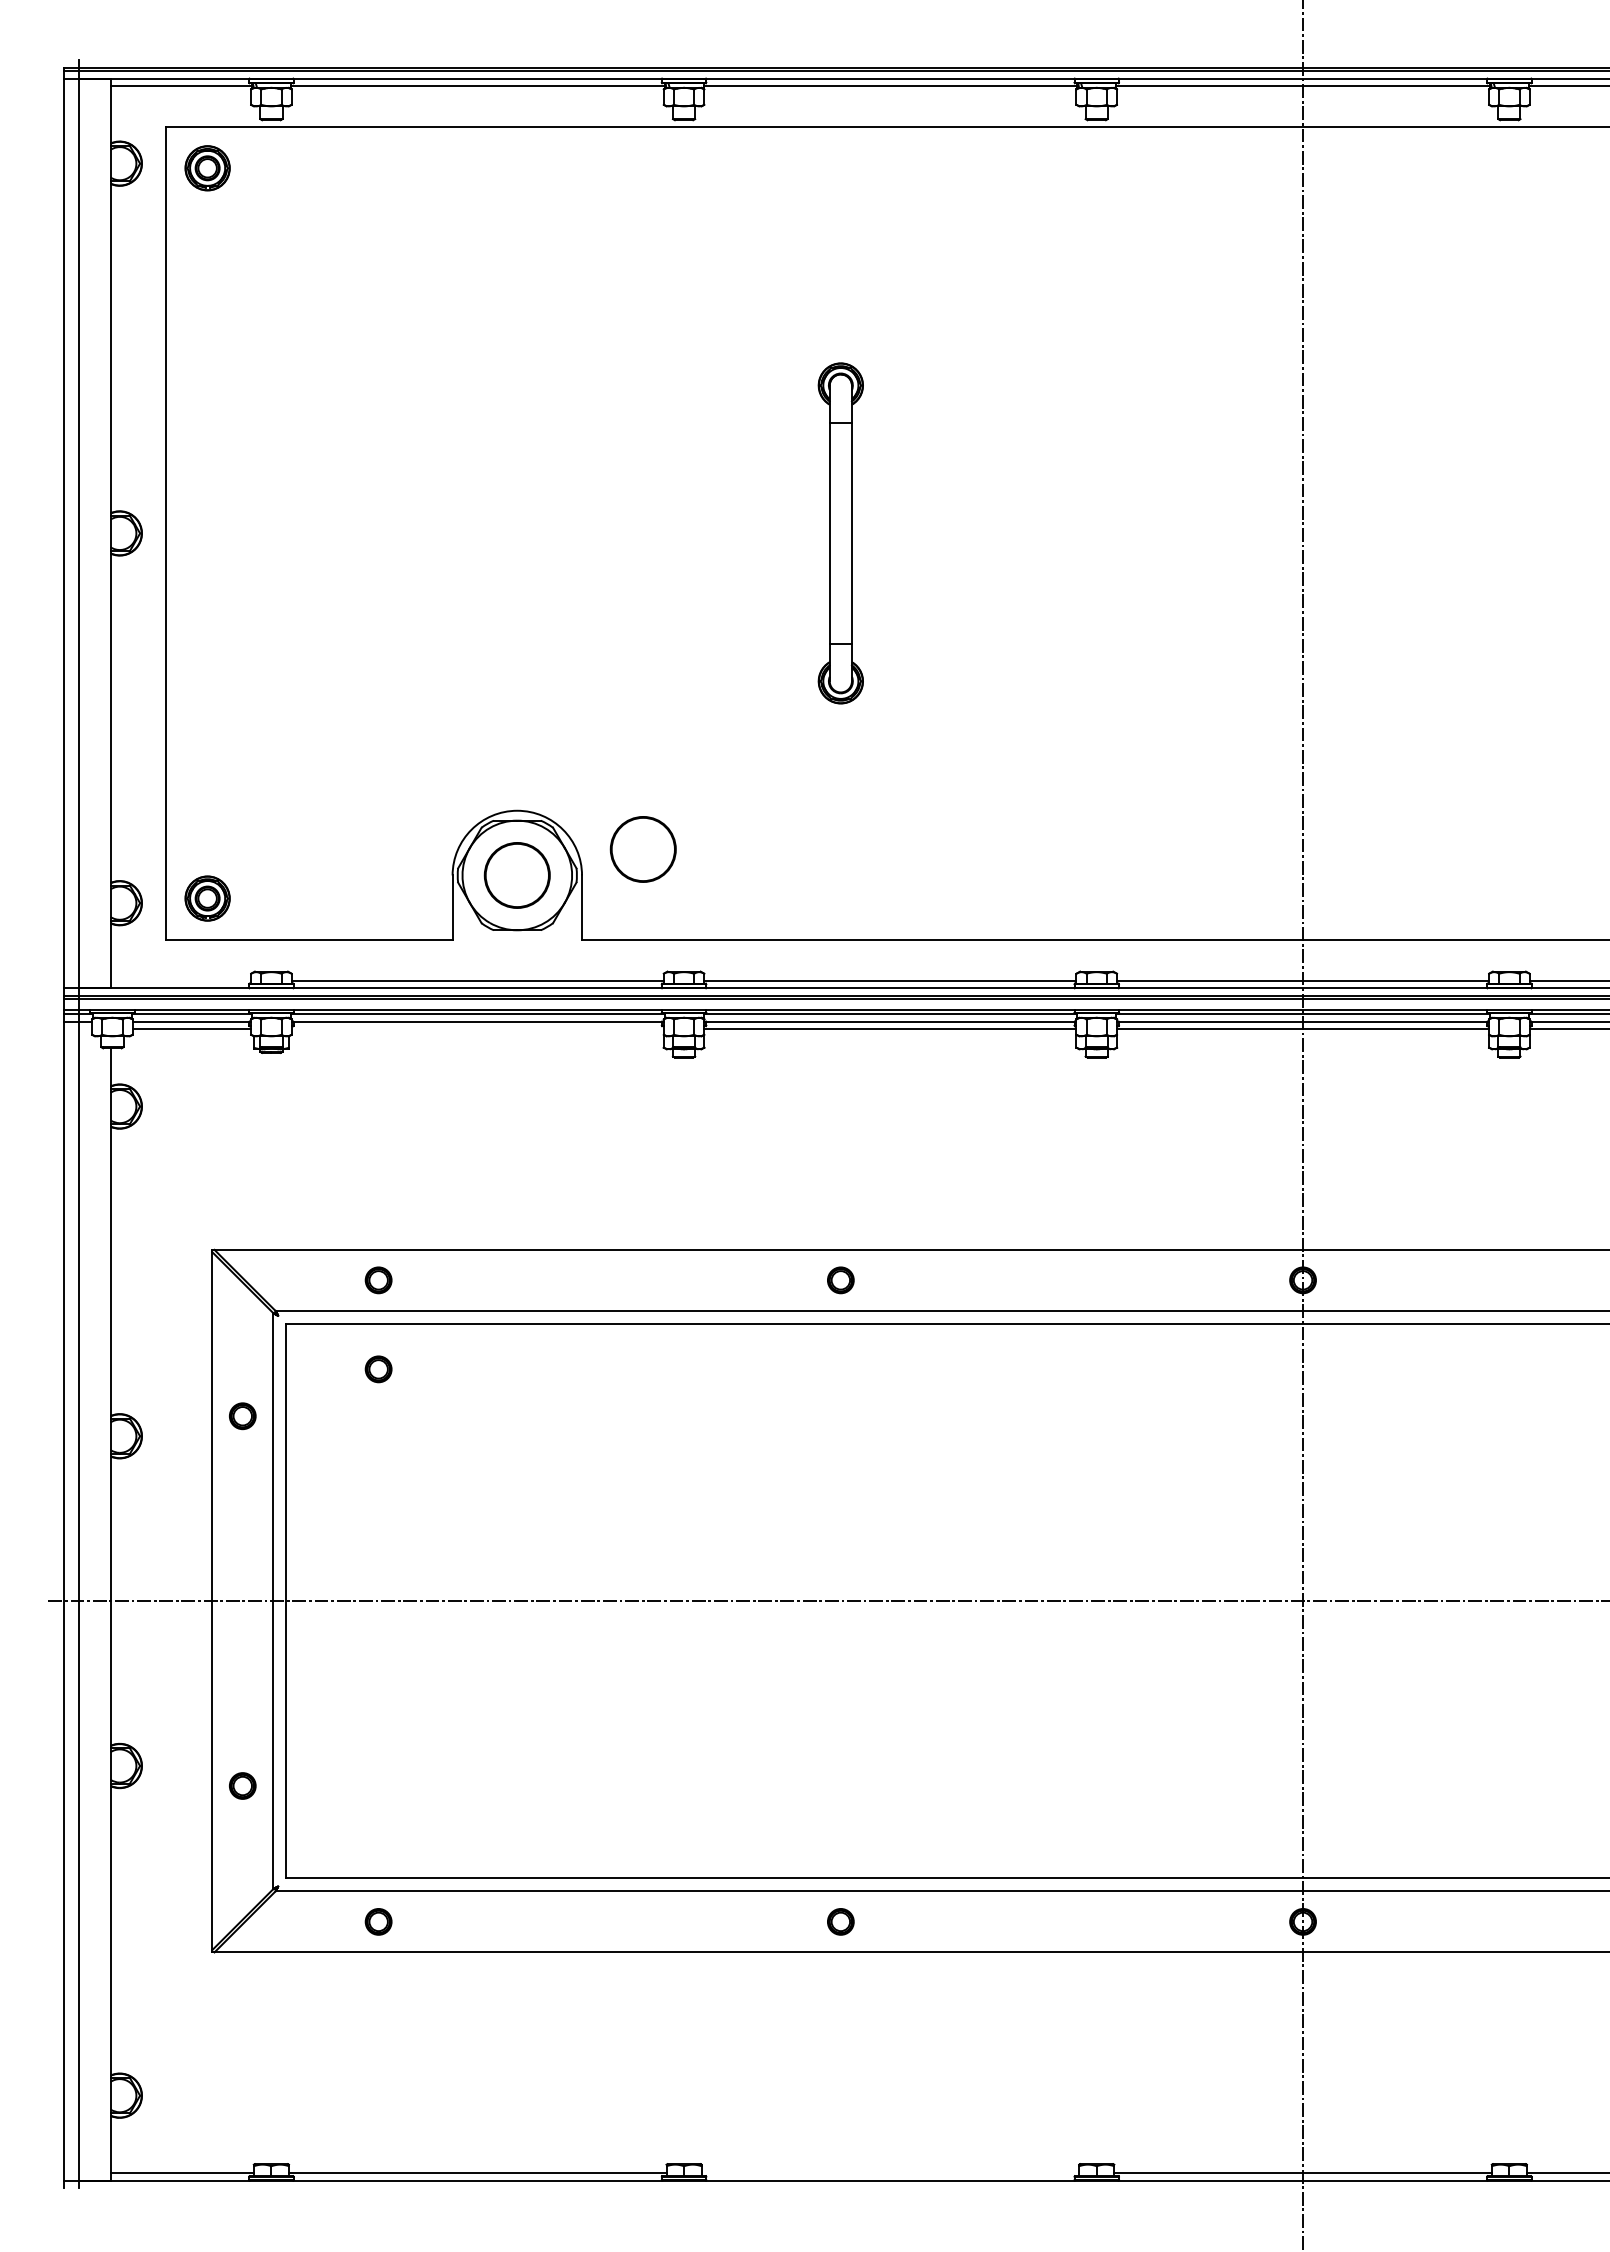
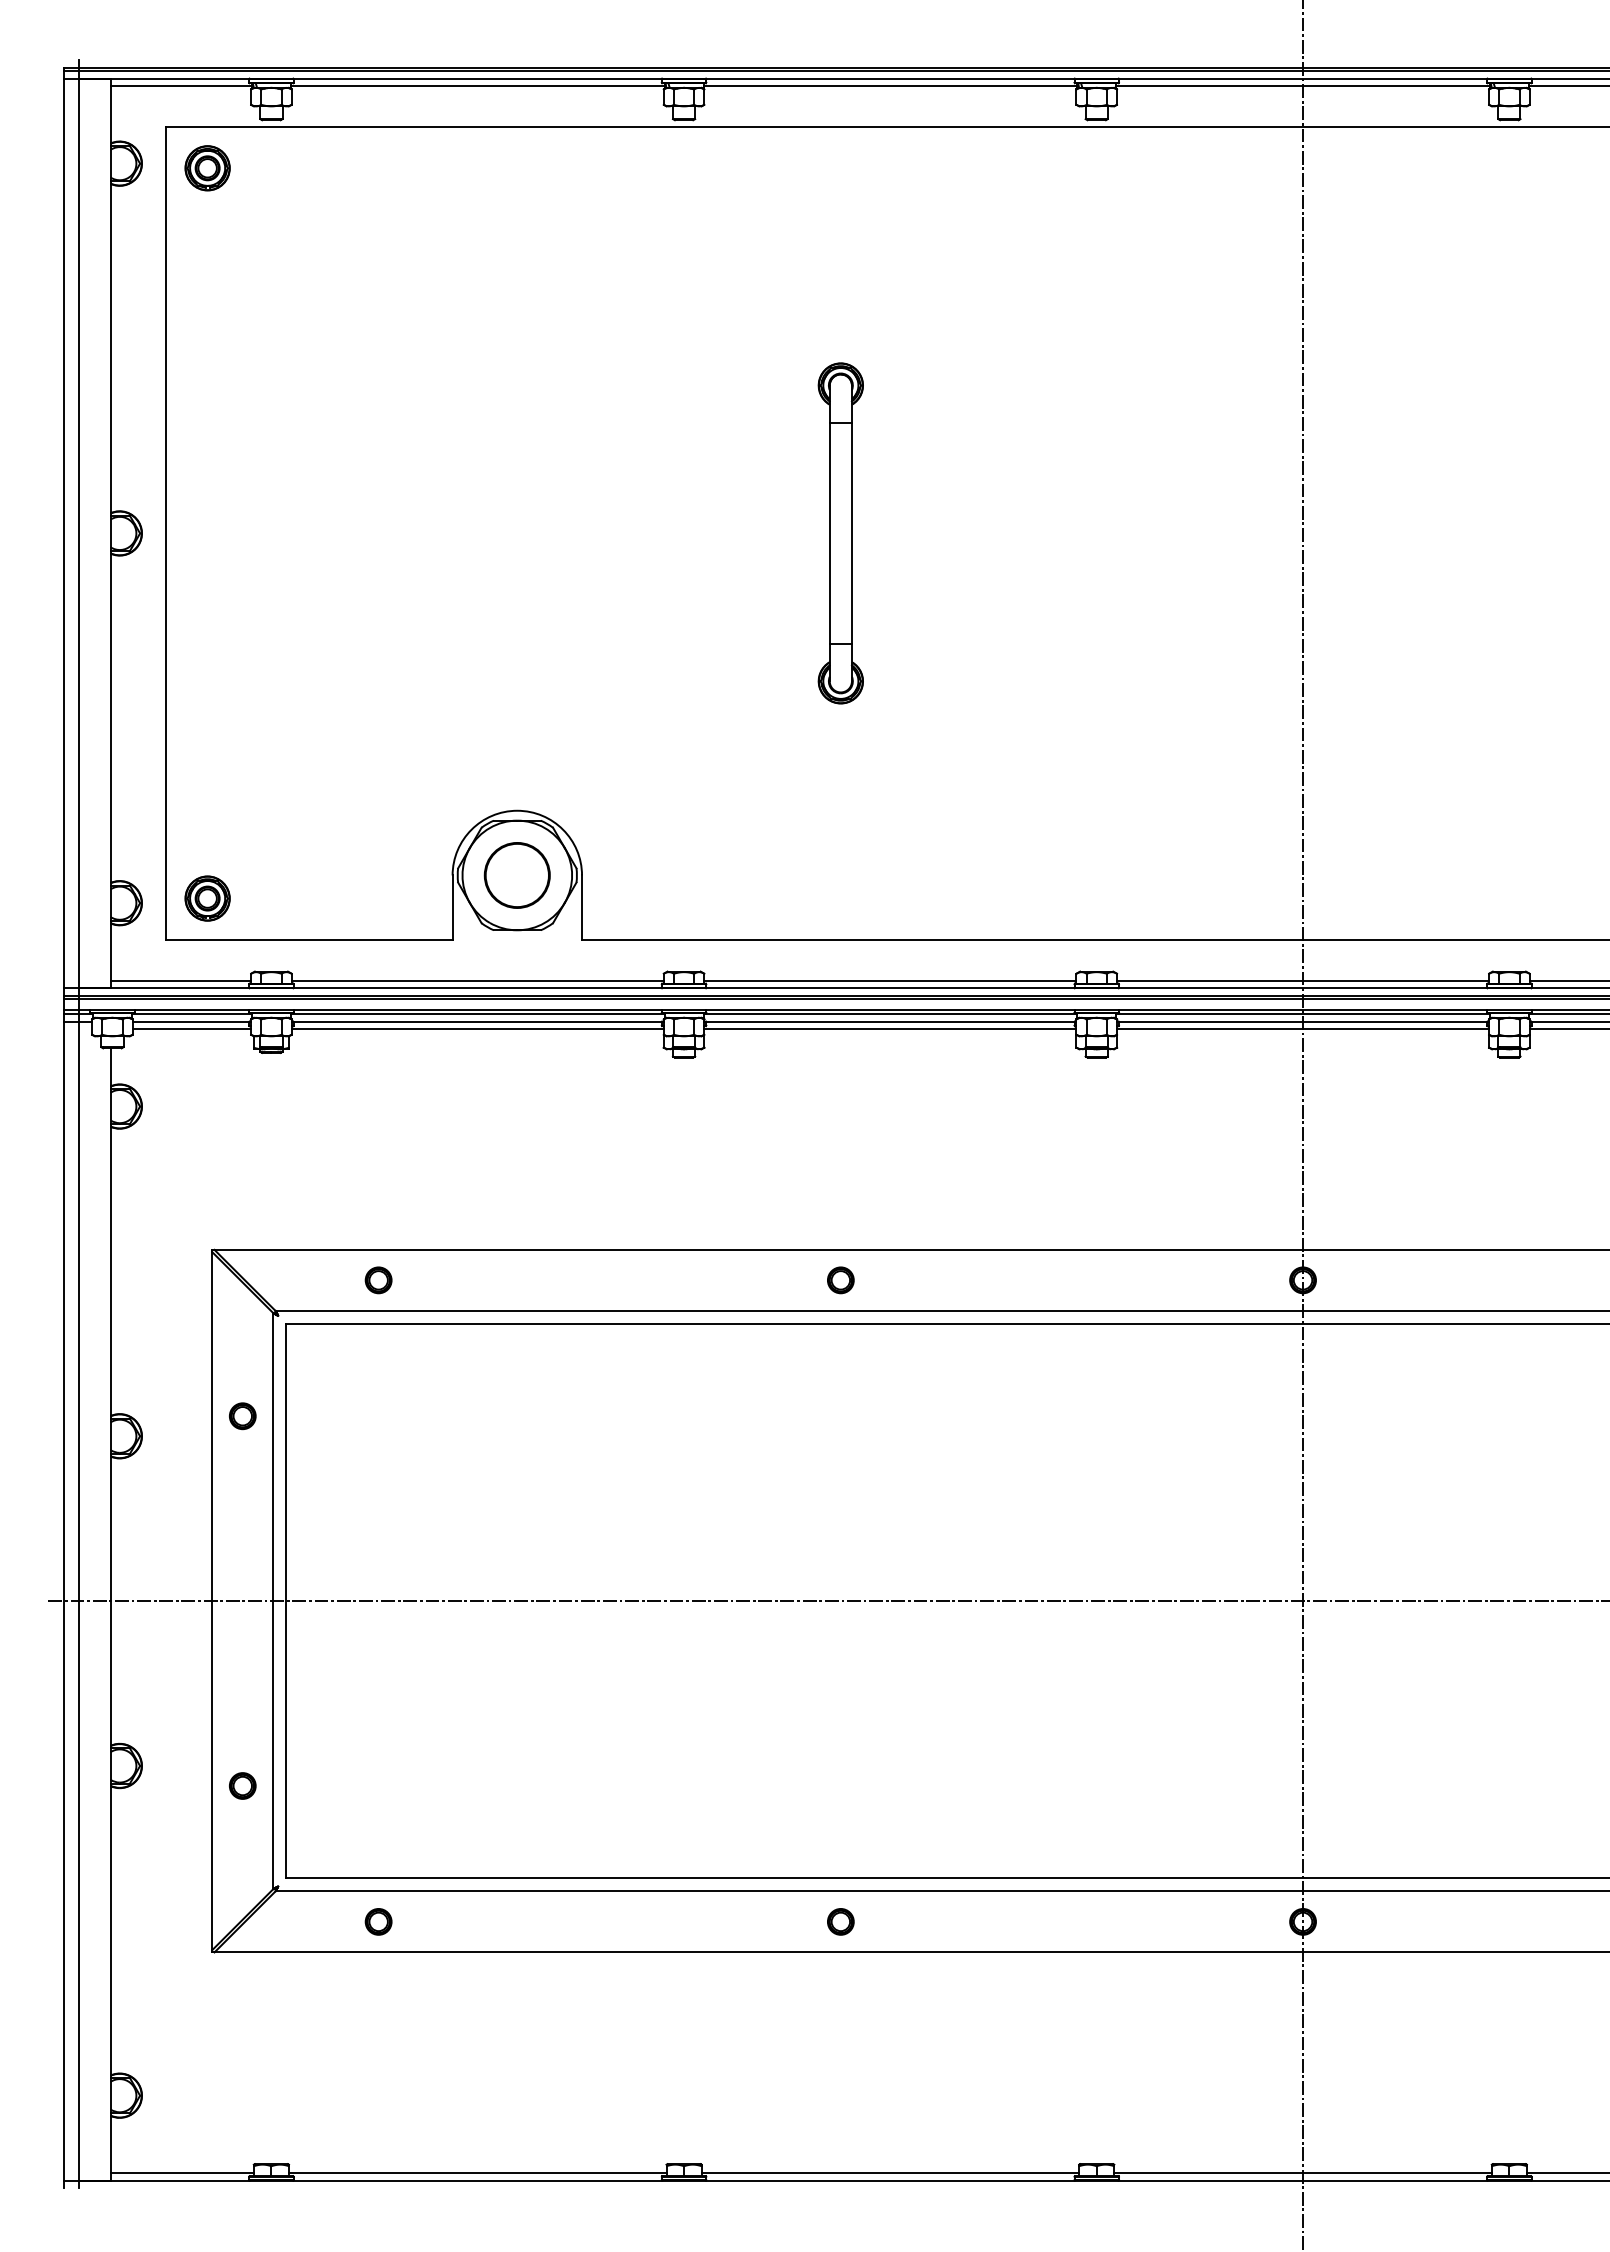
circle at (642, 849): present -> none
line at (180, 980): none -> present
line at (477, 1028): none -> present
part at (378, 1369): present -> none
line at (890, 2173): none -> present
